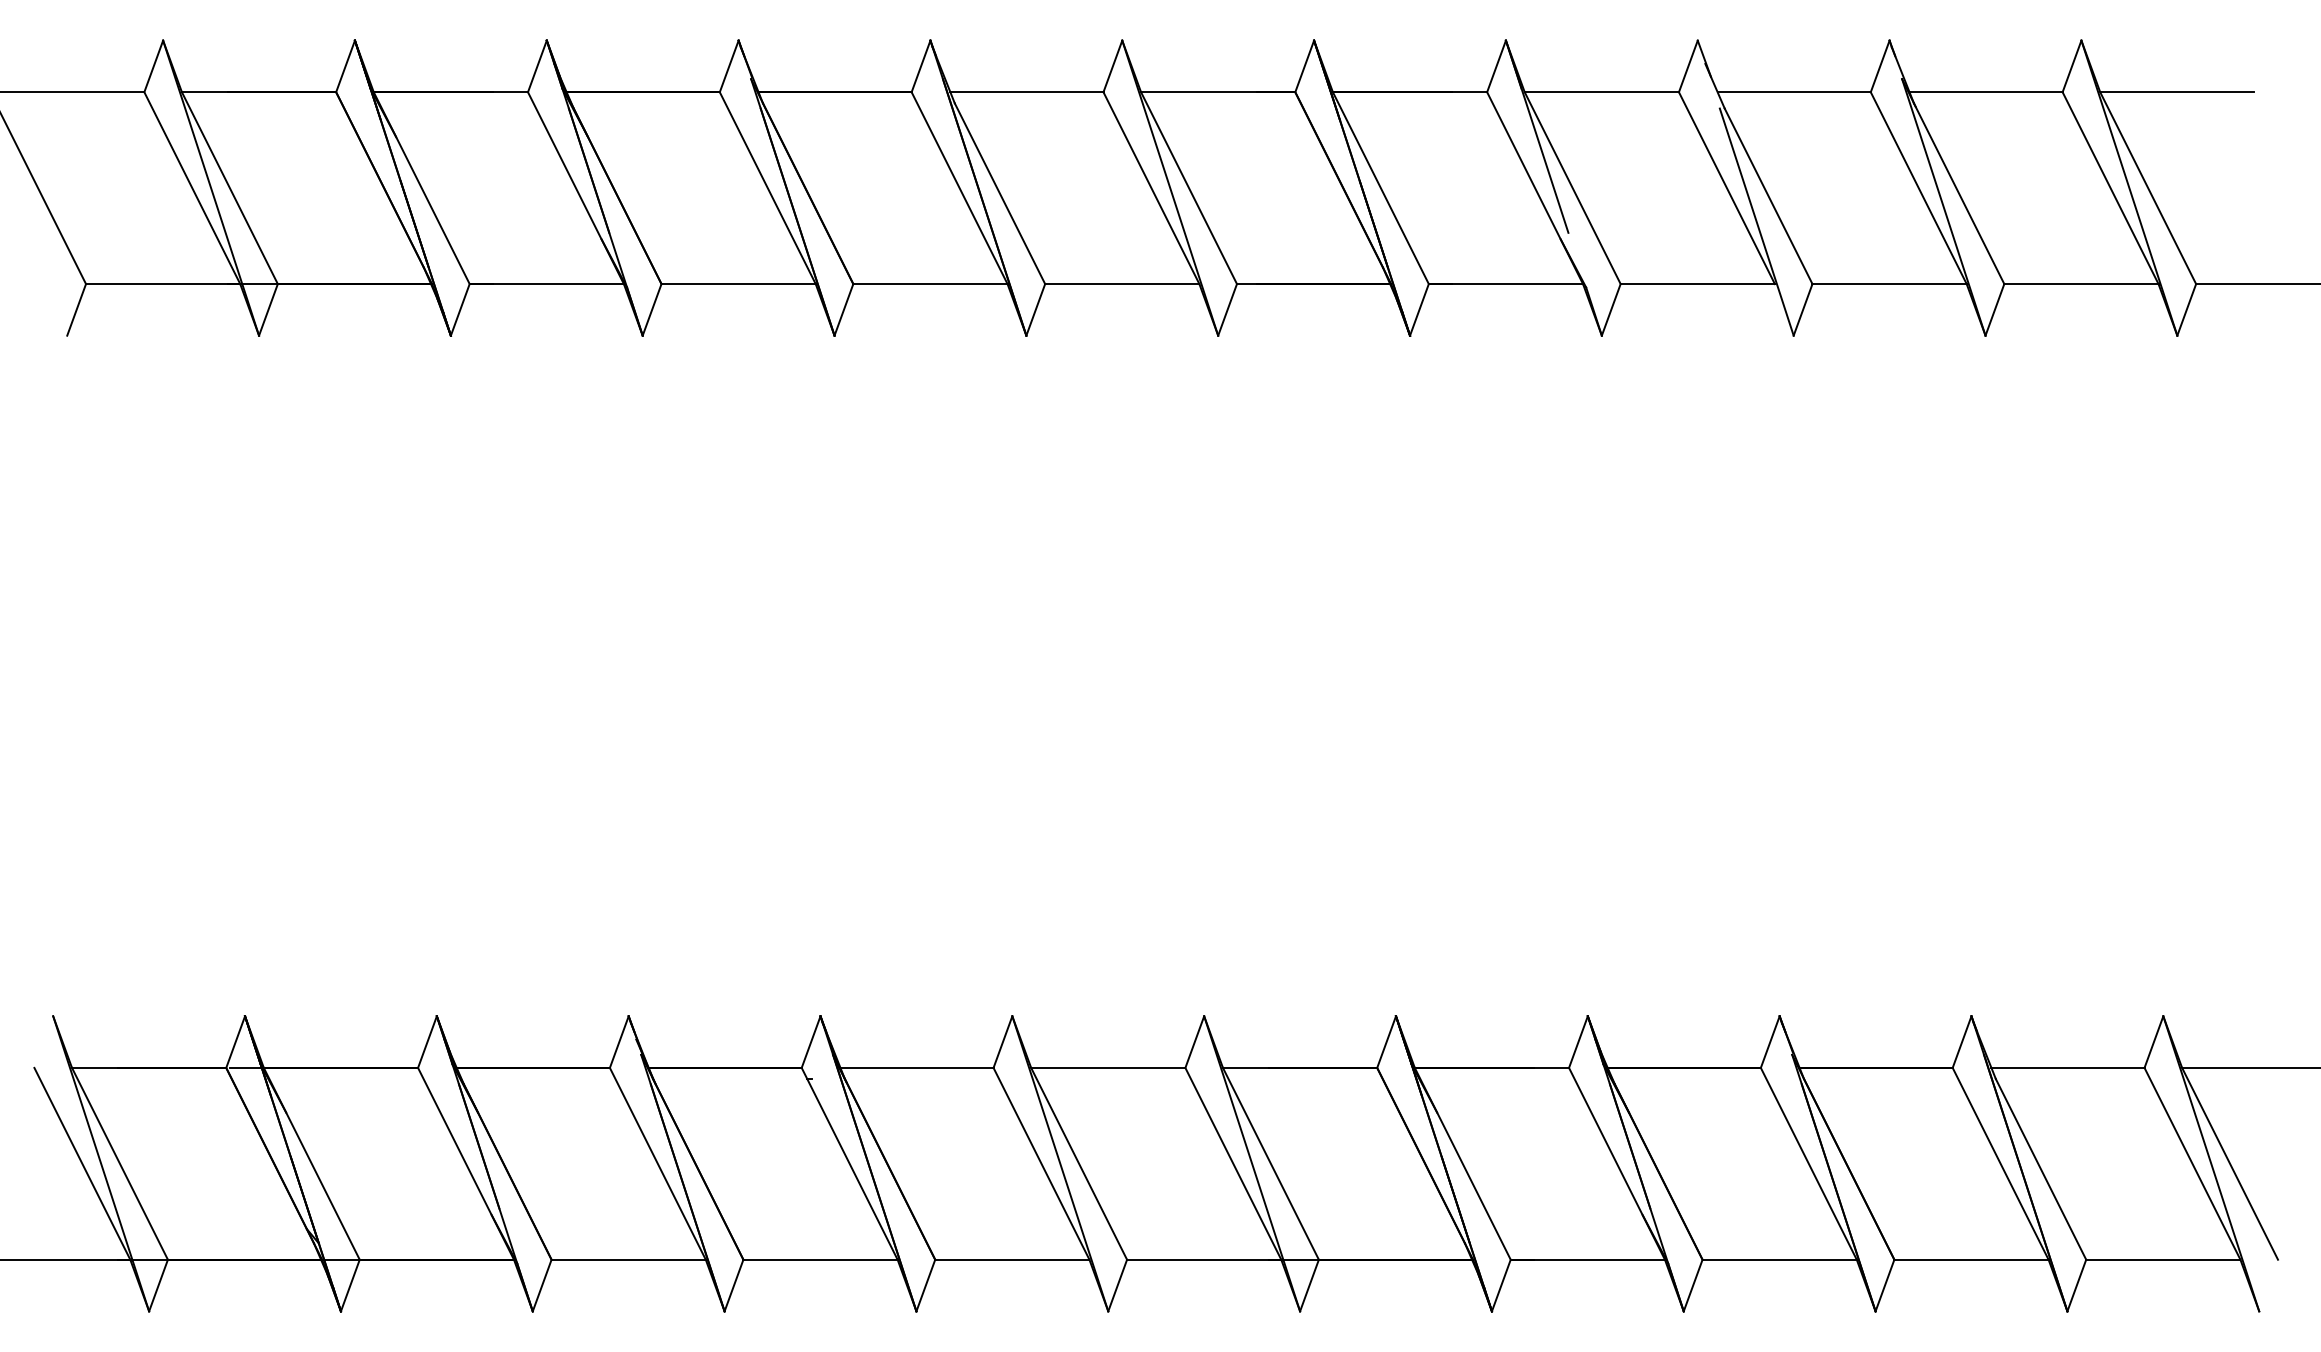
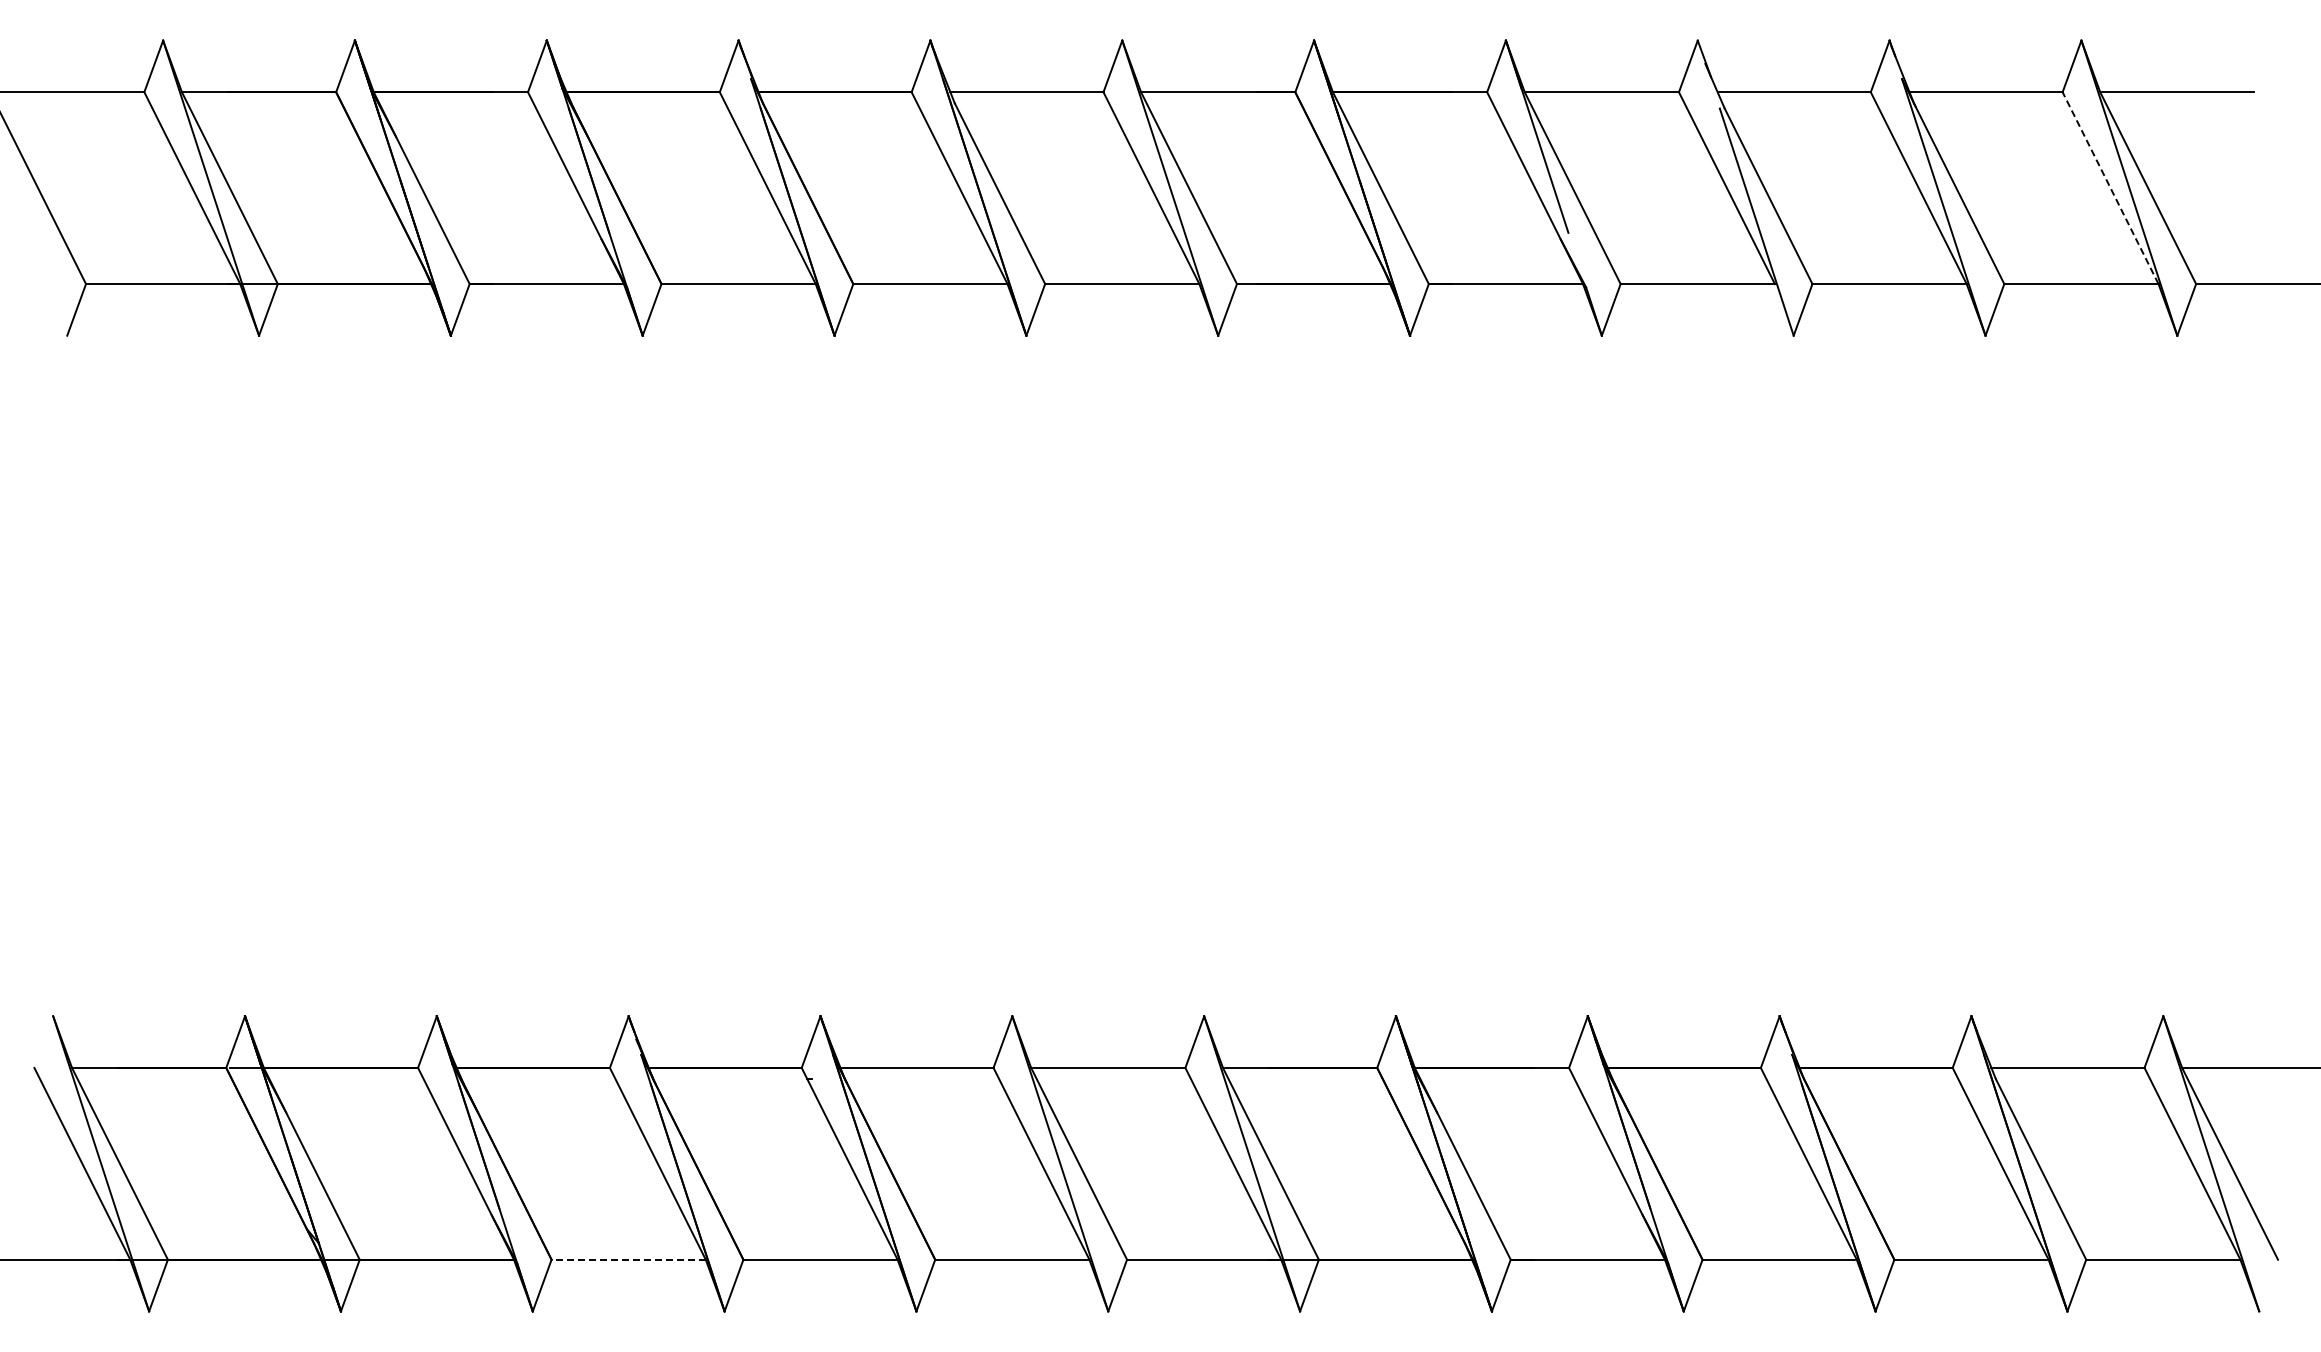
line at (2110, 187): solid -> dashed
line at (628, 1259): solid -> dashed
